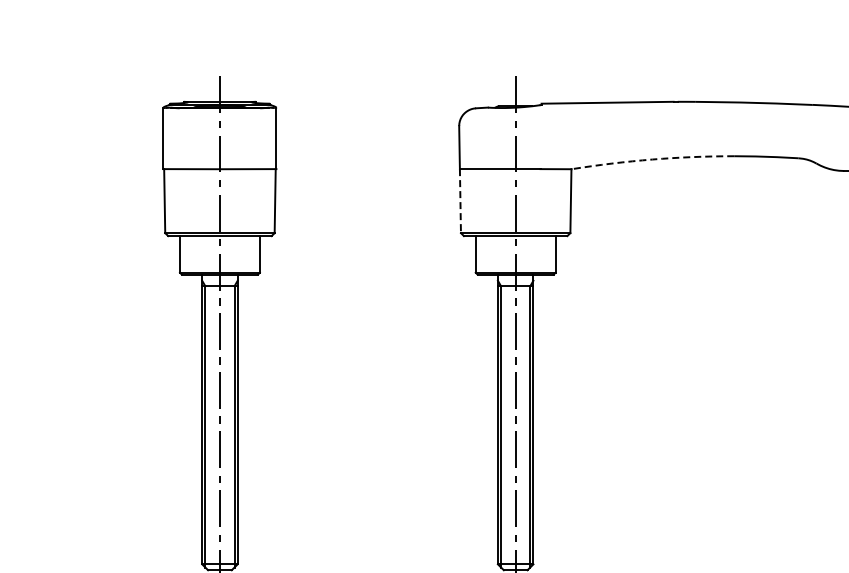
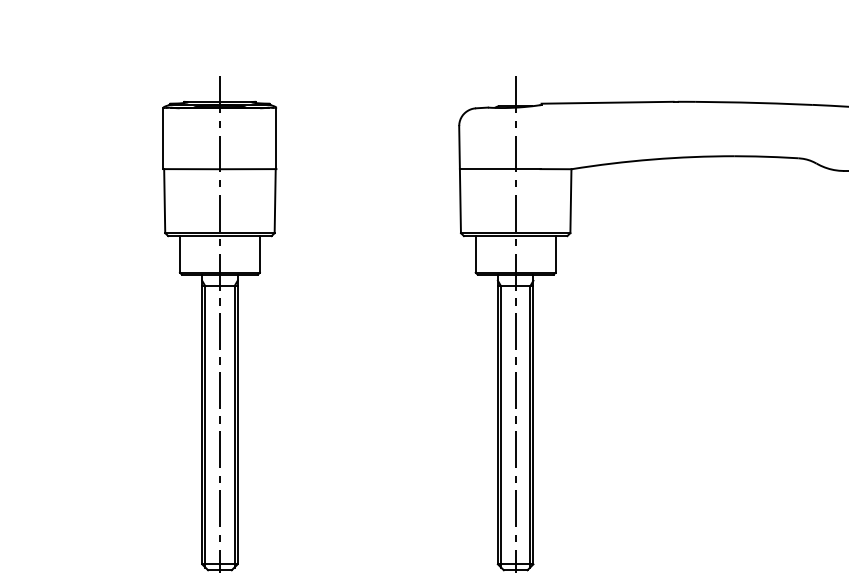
arc at (652, 159): dashed -> solid
line at (460, 201): dashed -> solid
